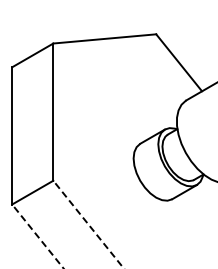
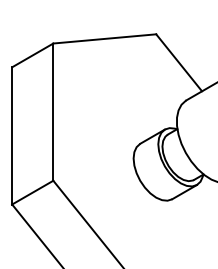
line at (88, 224): dashed -> solid
line at (37, 236): dashed -> solid
